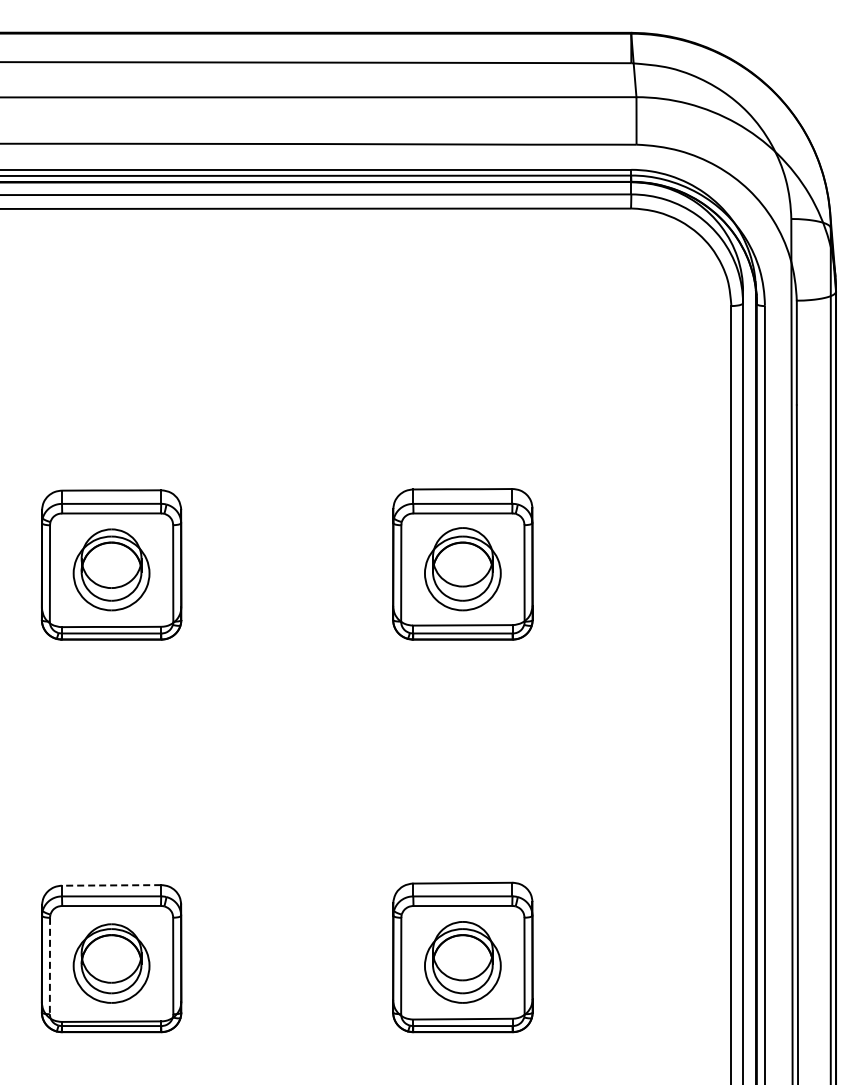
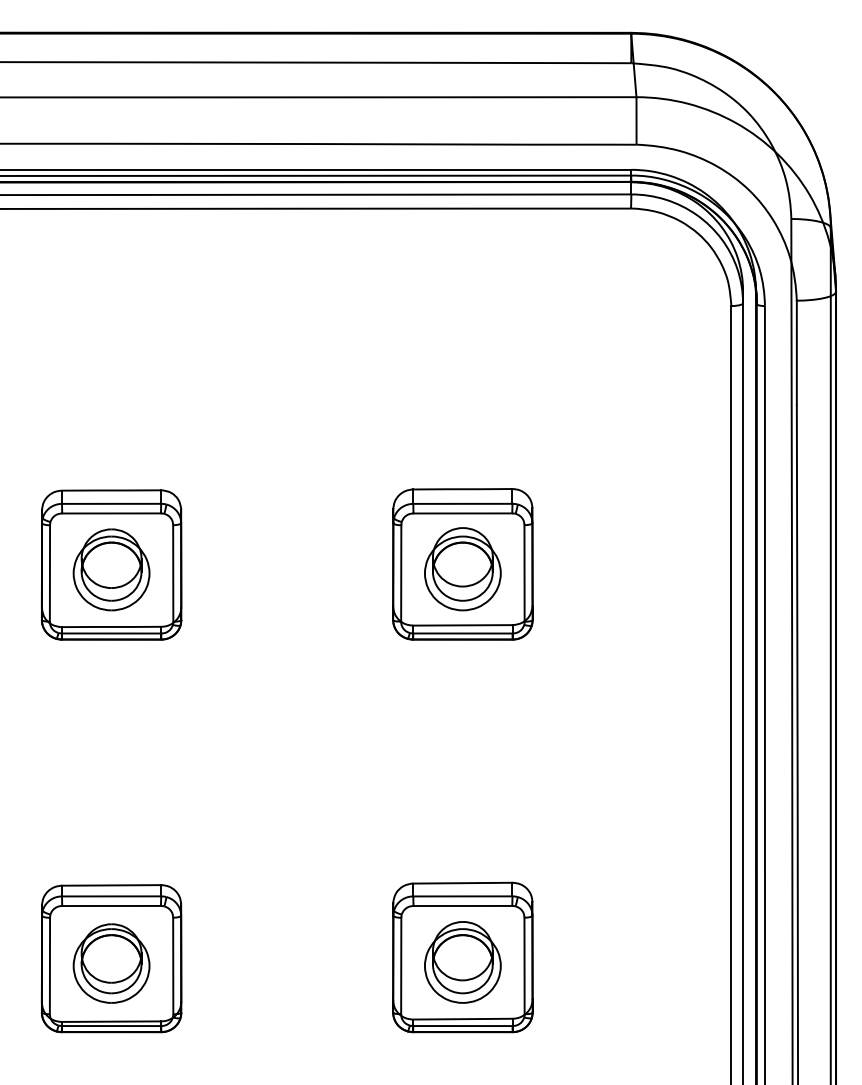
line at (111, 885): dashed -> solid
line at (49, 966): dashed -> solid
